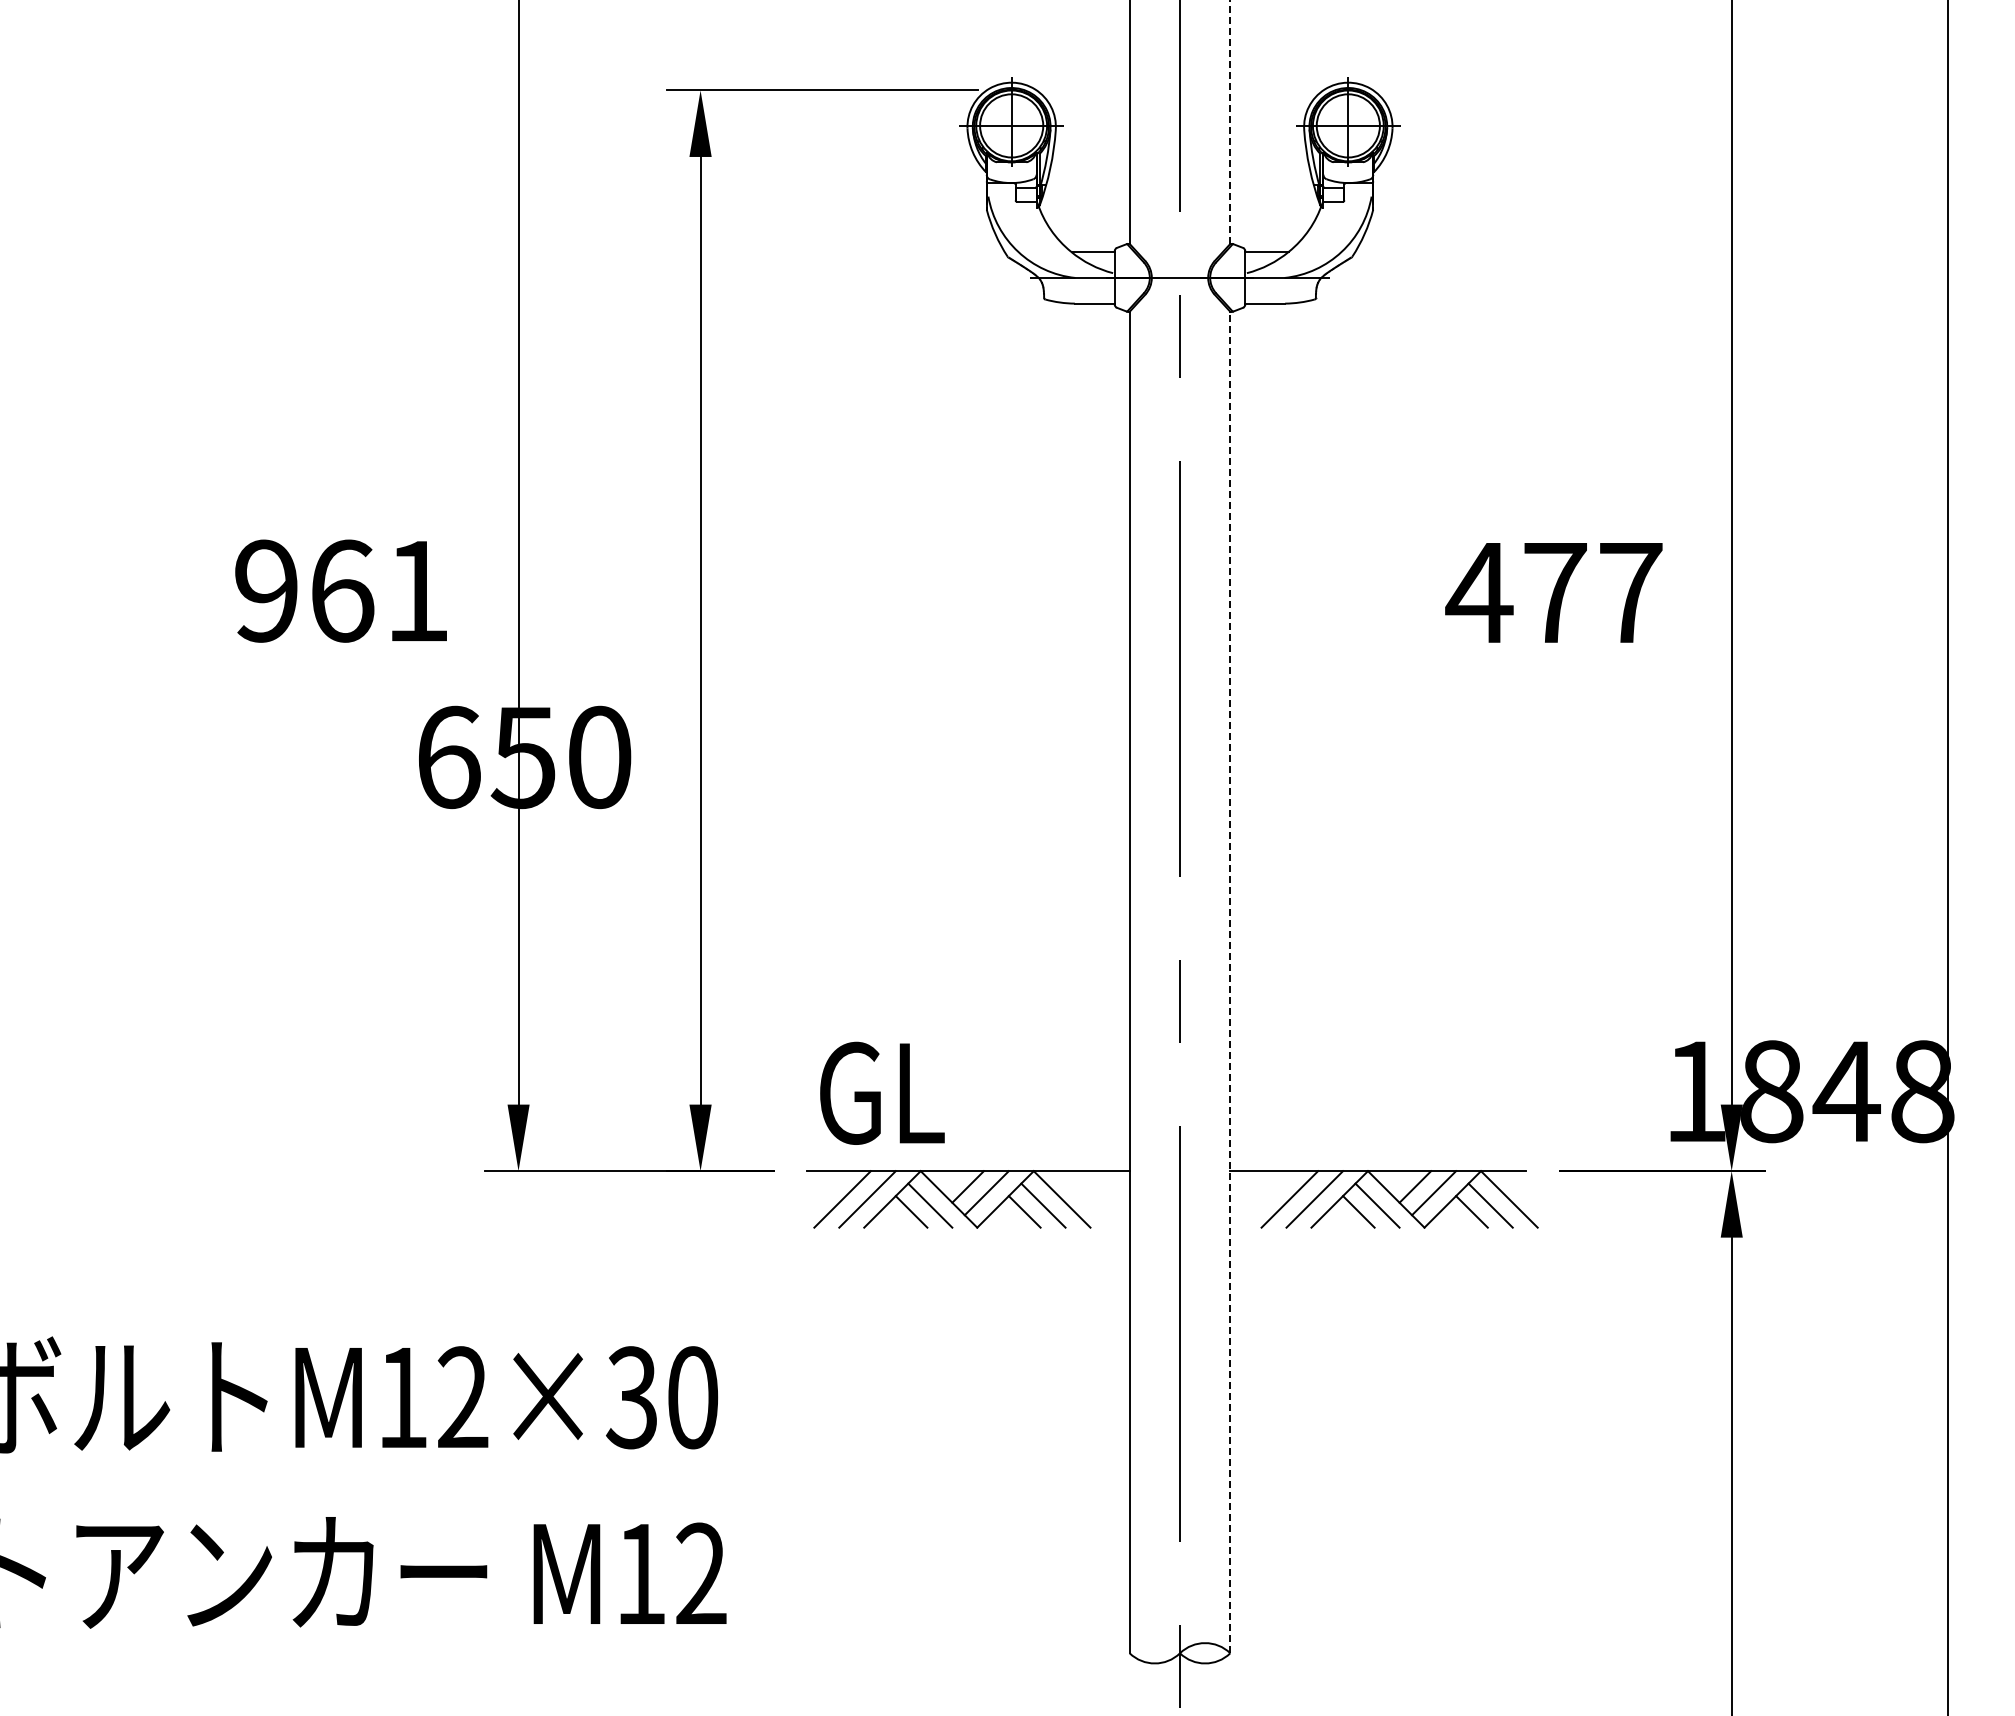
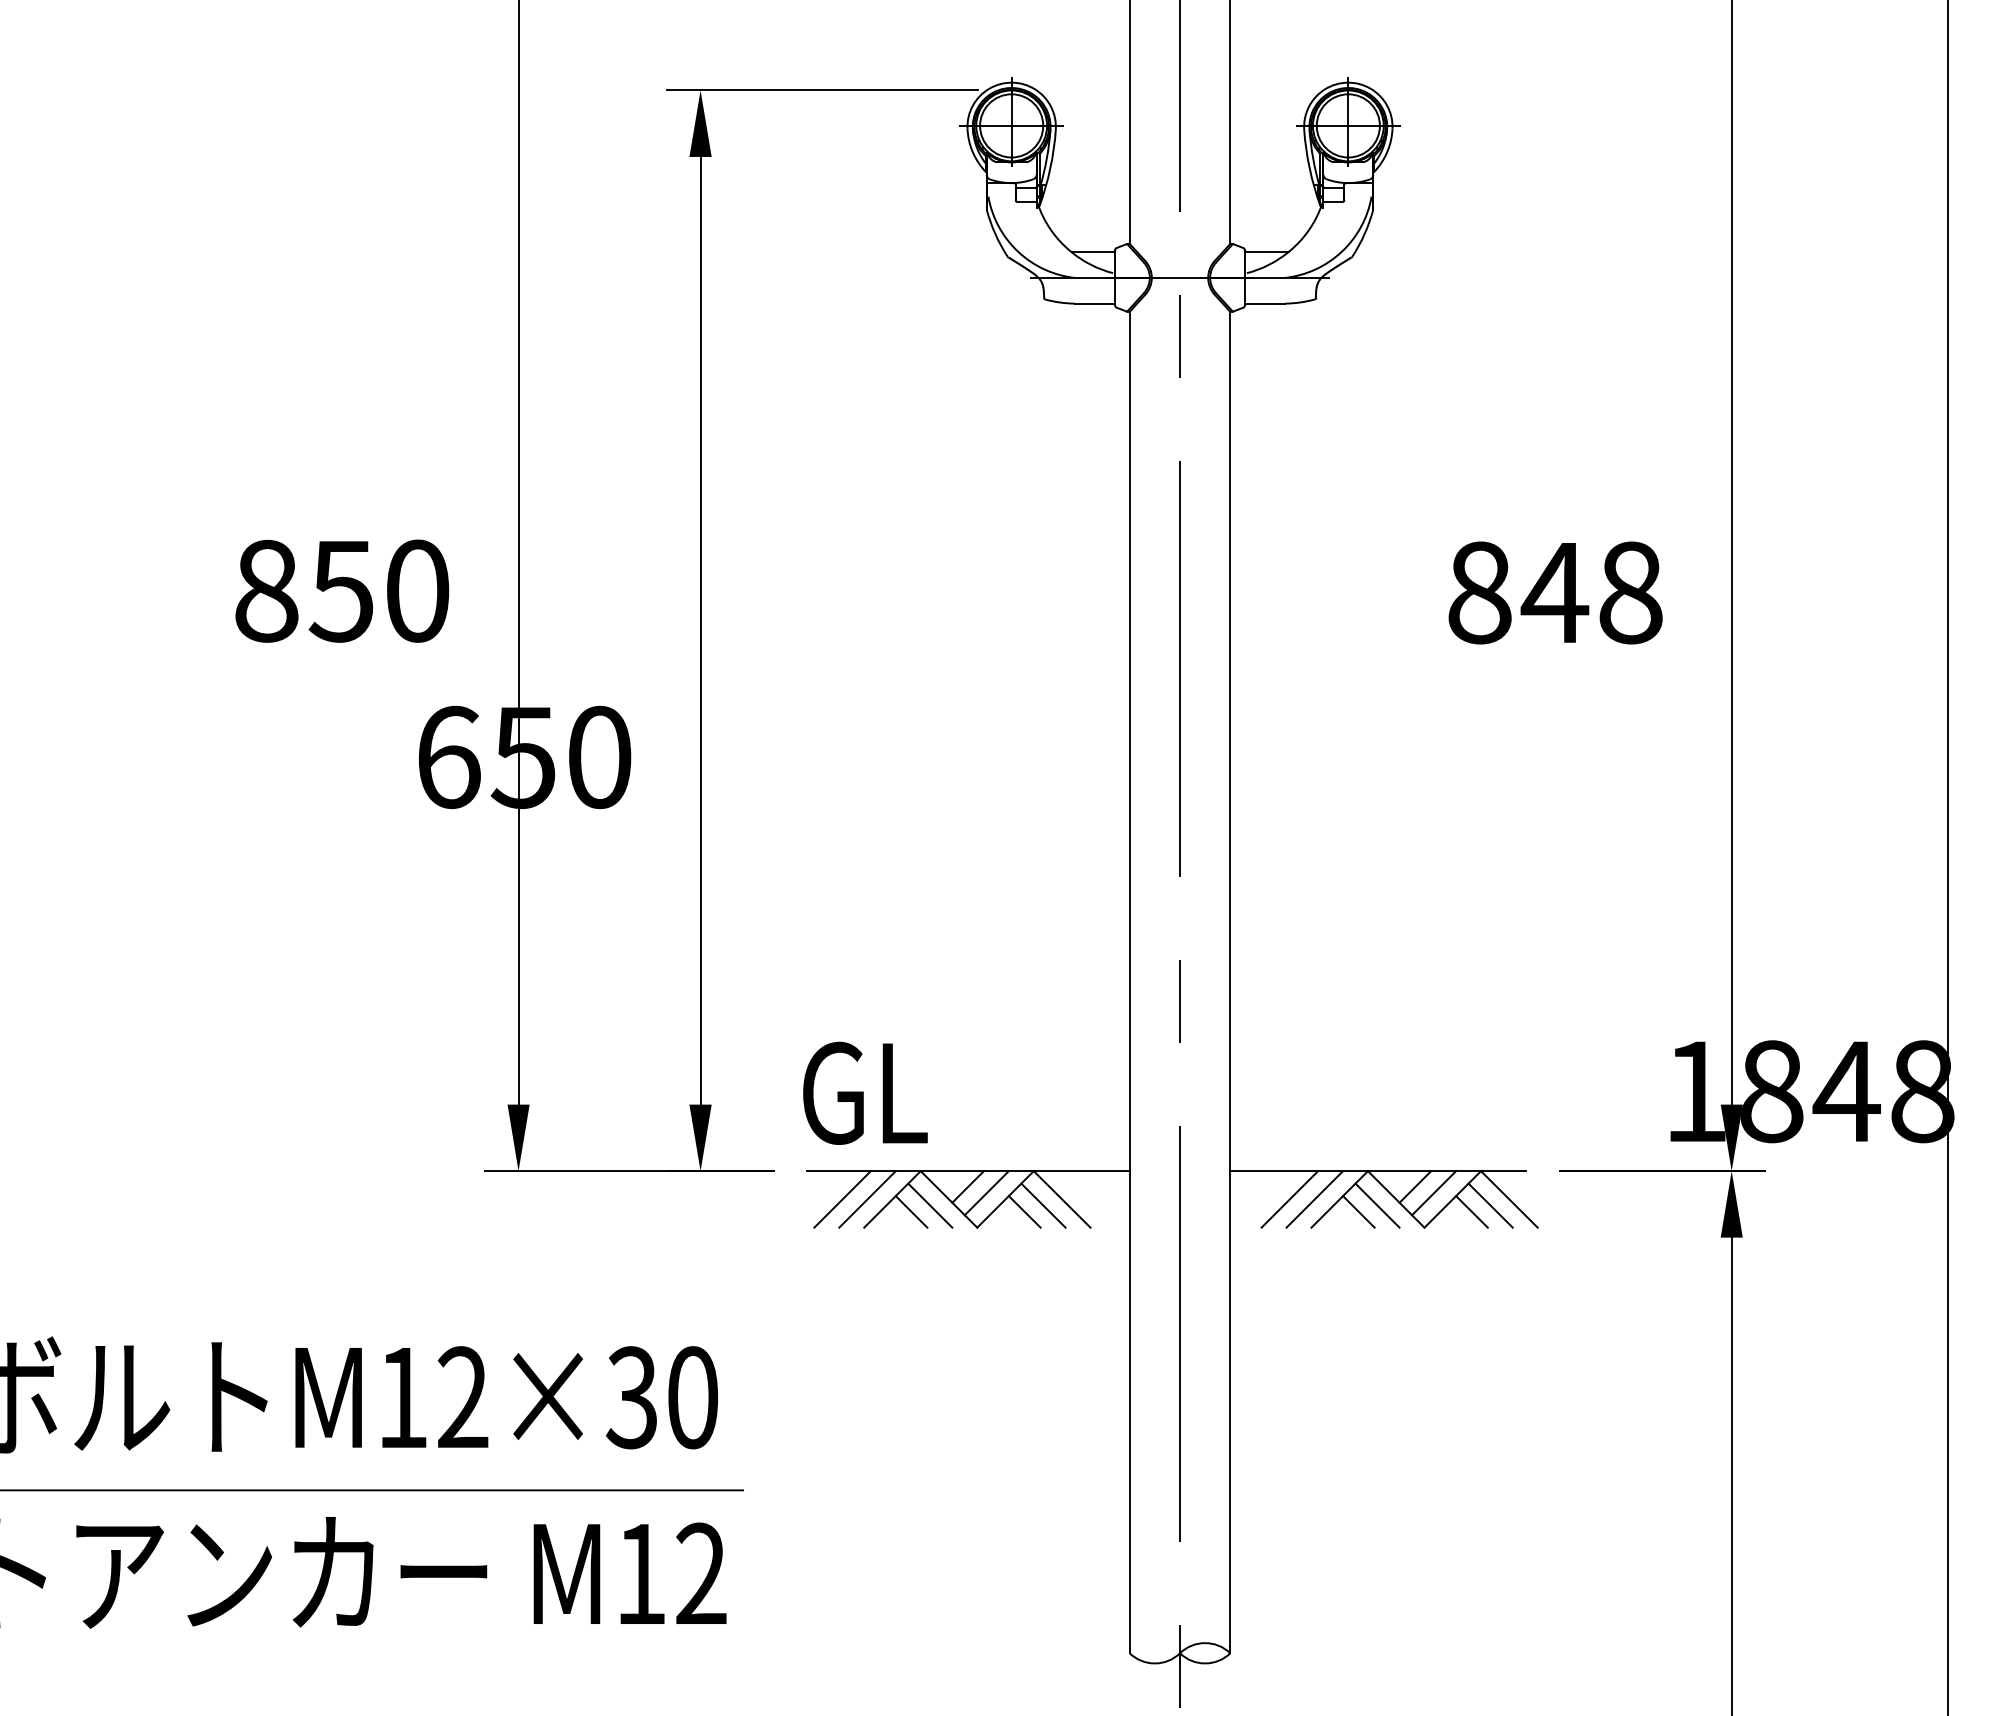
line at (1230, 122): dashed -> solid
text at (342, 590): 961 -> 850
text at (1553, 592): 477 -> 848
line at (1230, 982): dashed -> solid
text at (882, 1092) position: (882, 1092) -> (865, 1092)
line at (372, 1490): none -> present
